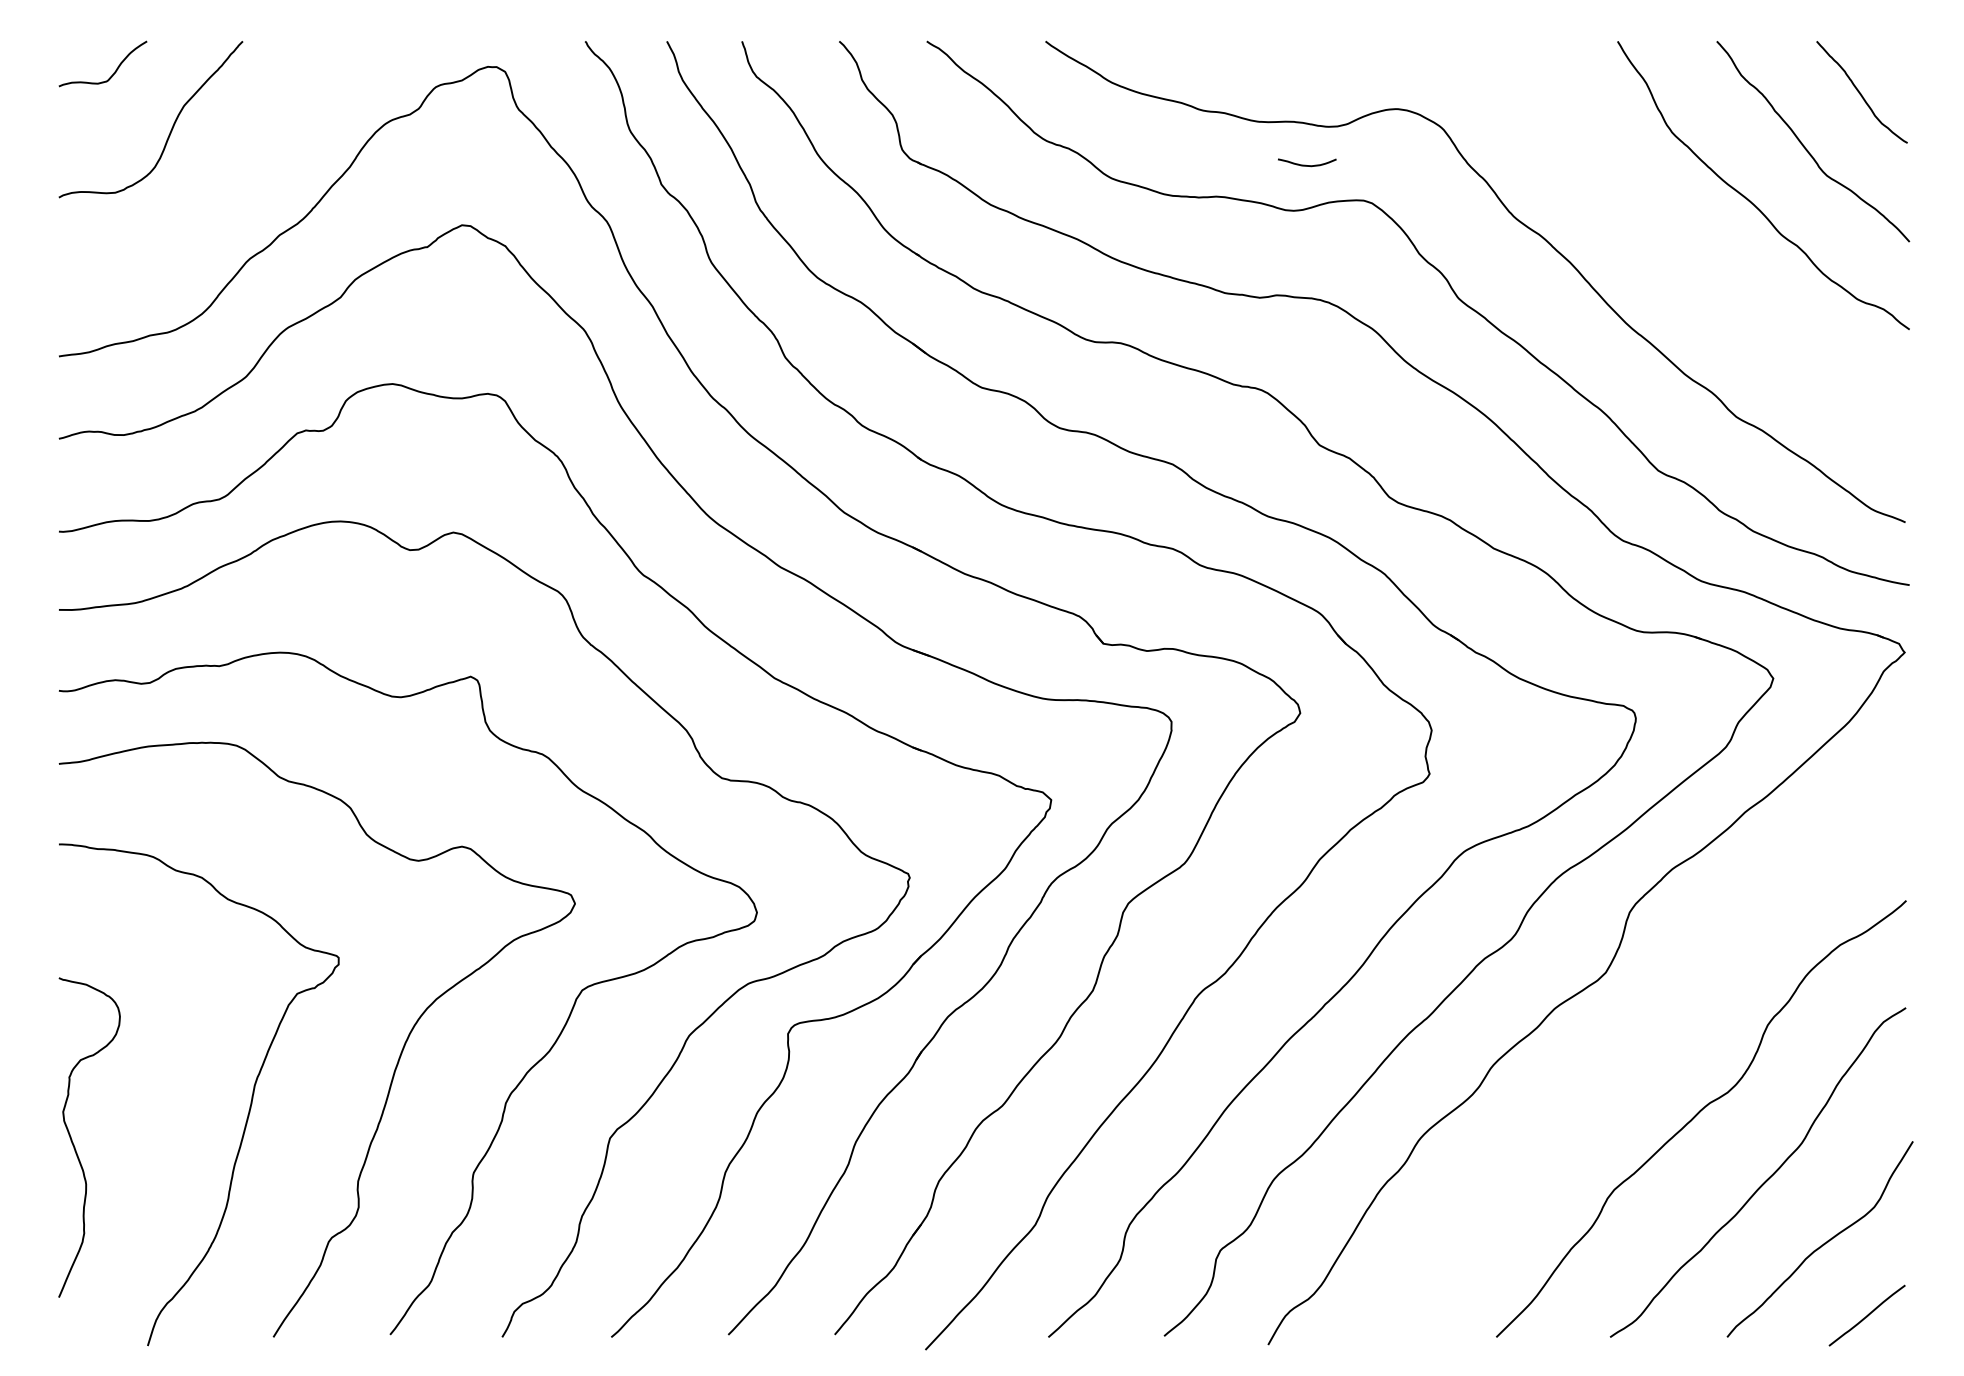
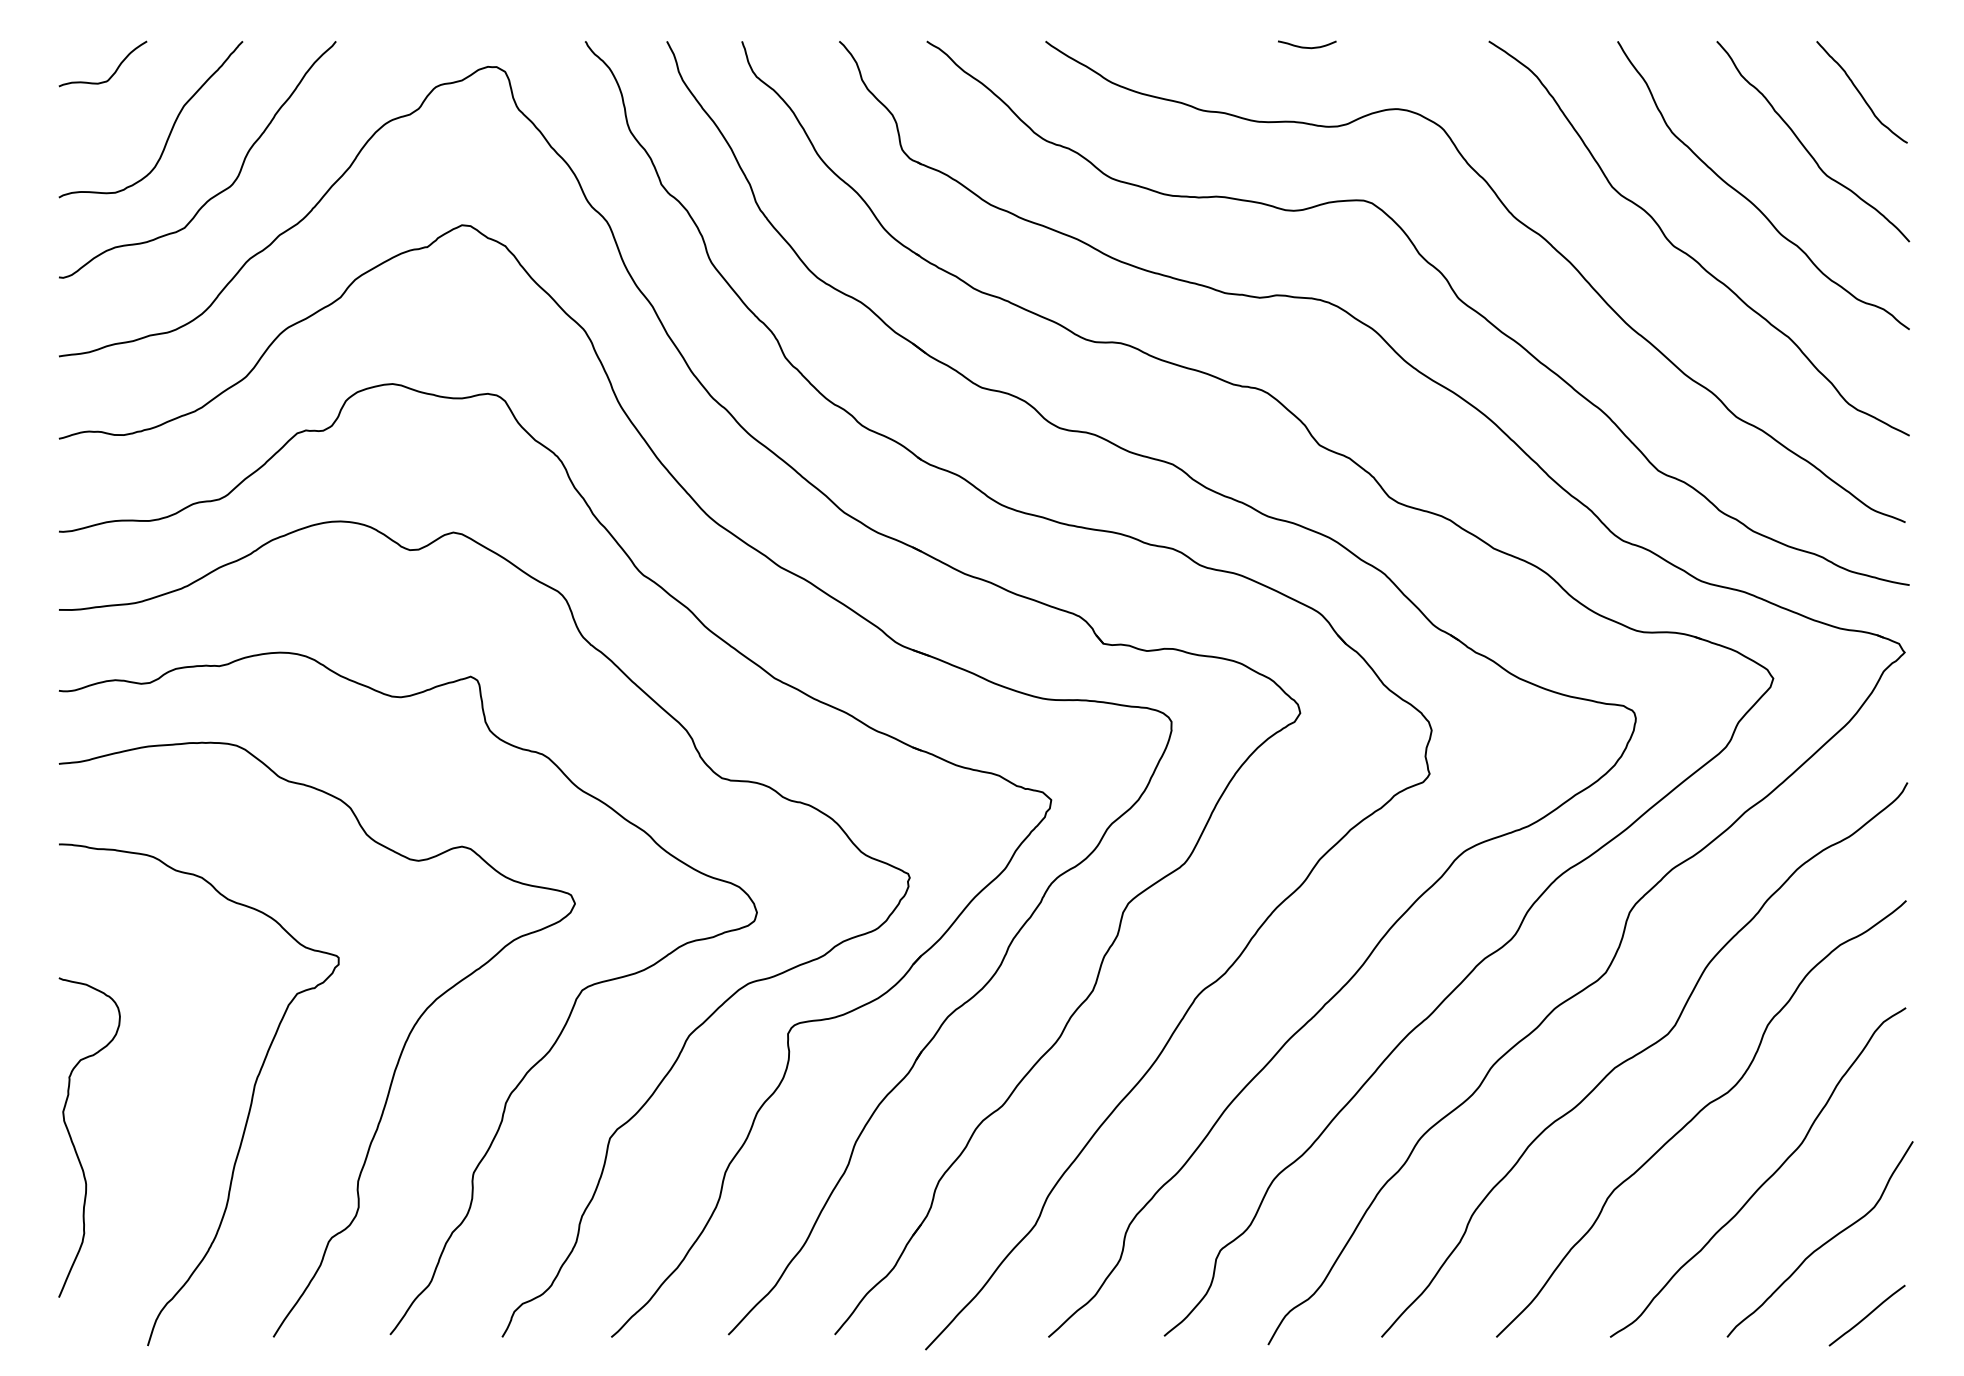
curve at (1305, 164) position: (1305, 164) -> (1305, 46)
curve at (218, 192): none -> present
curve at (1689, 254): none -> present
curve at (1639, 1054): none -> present
